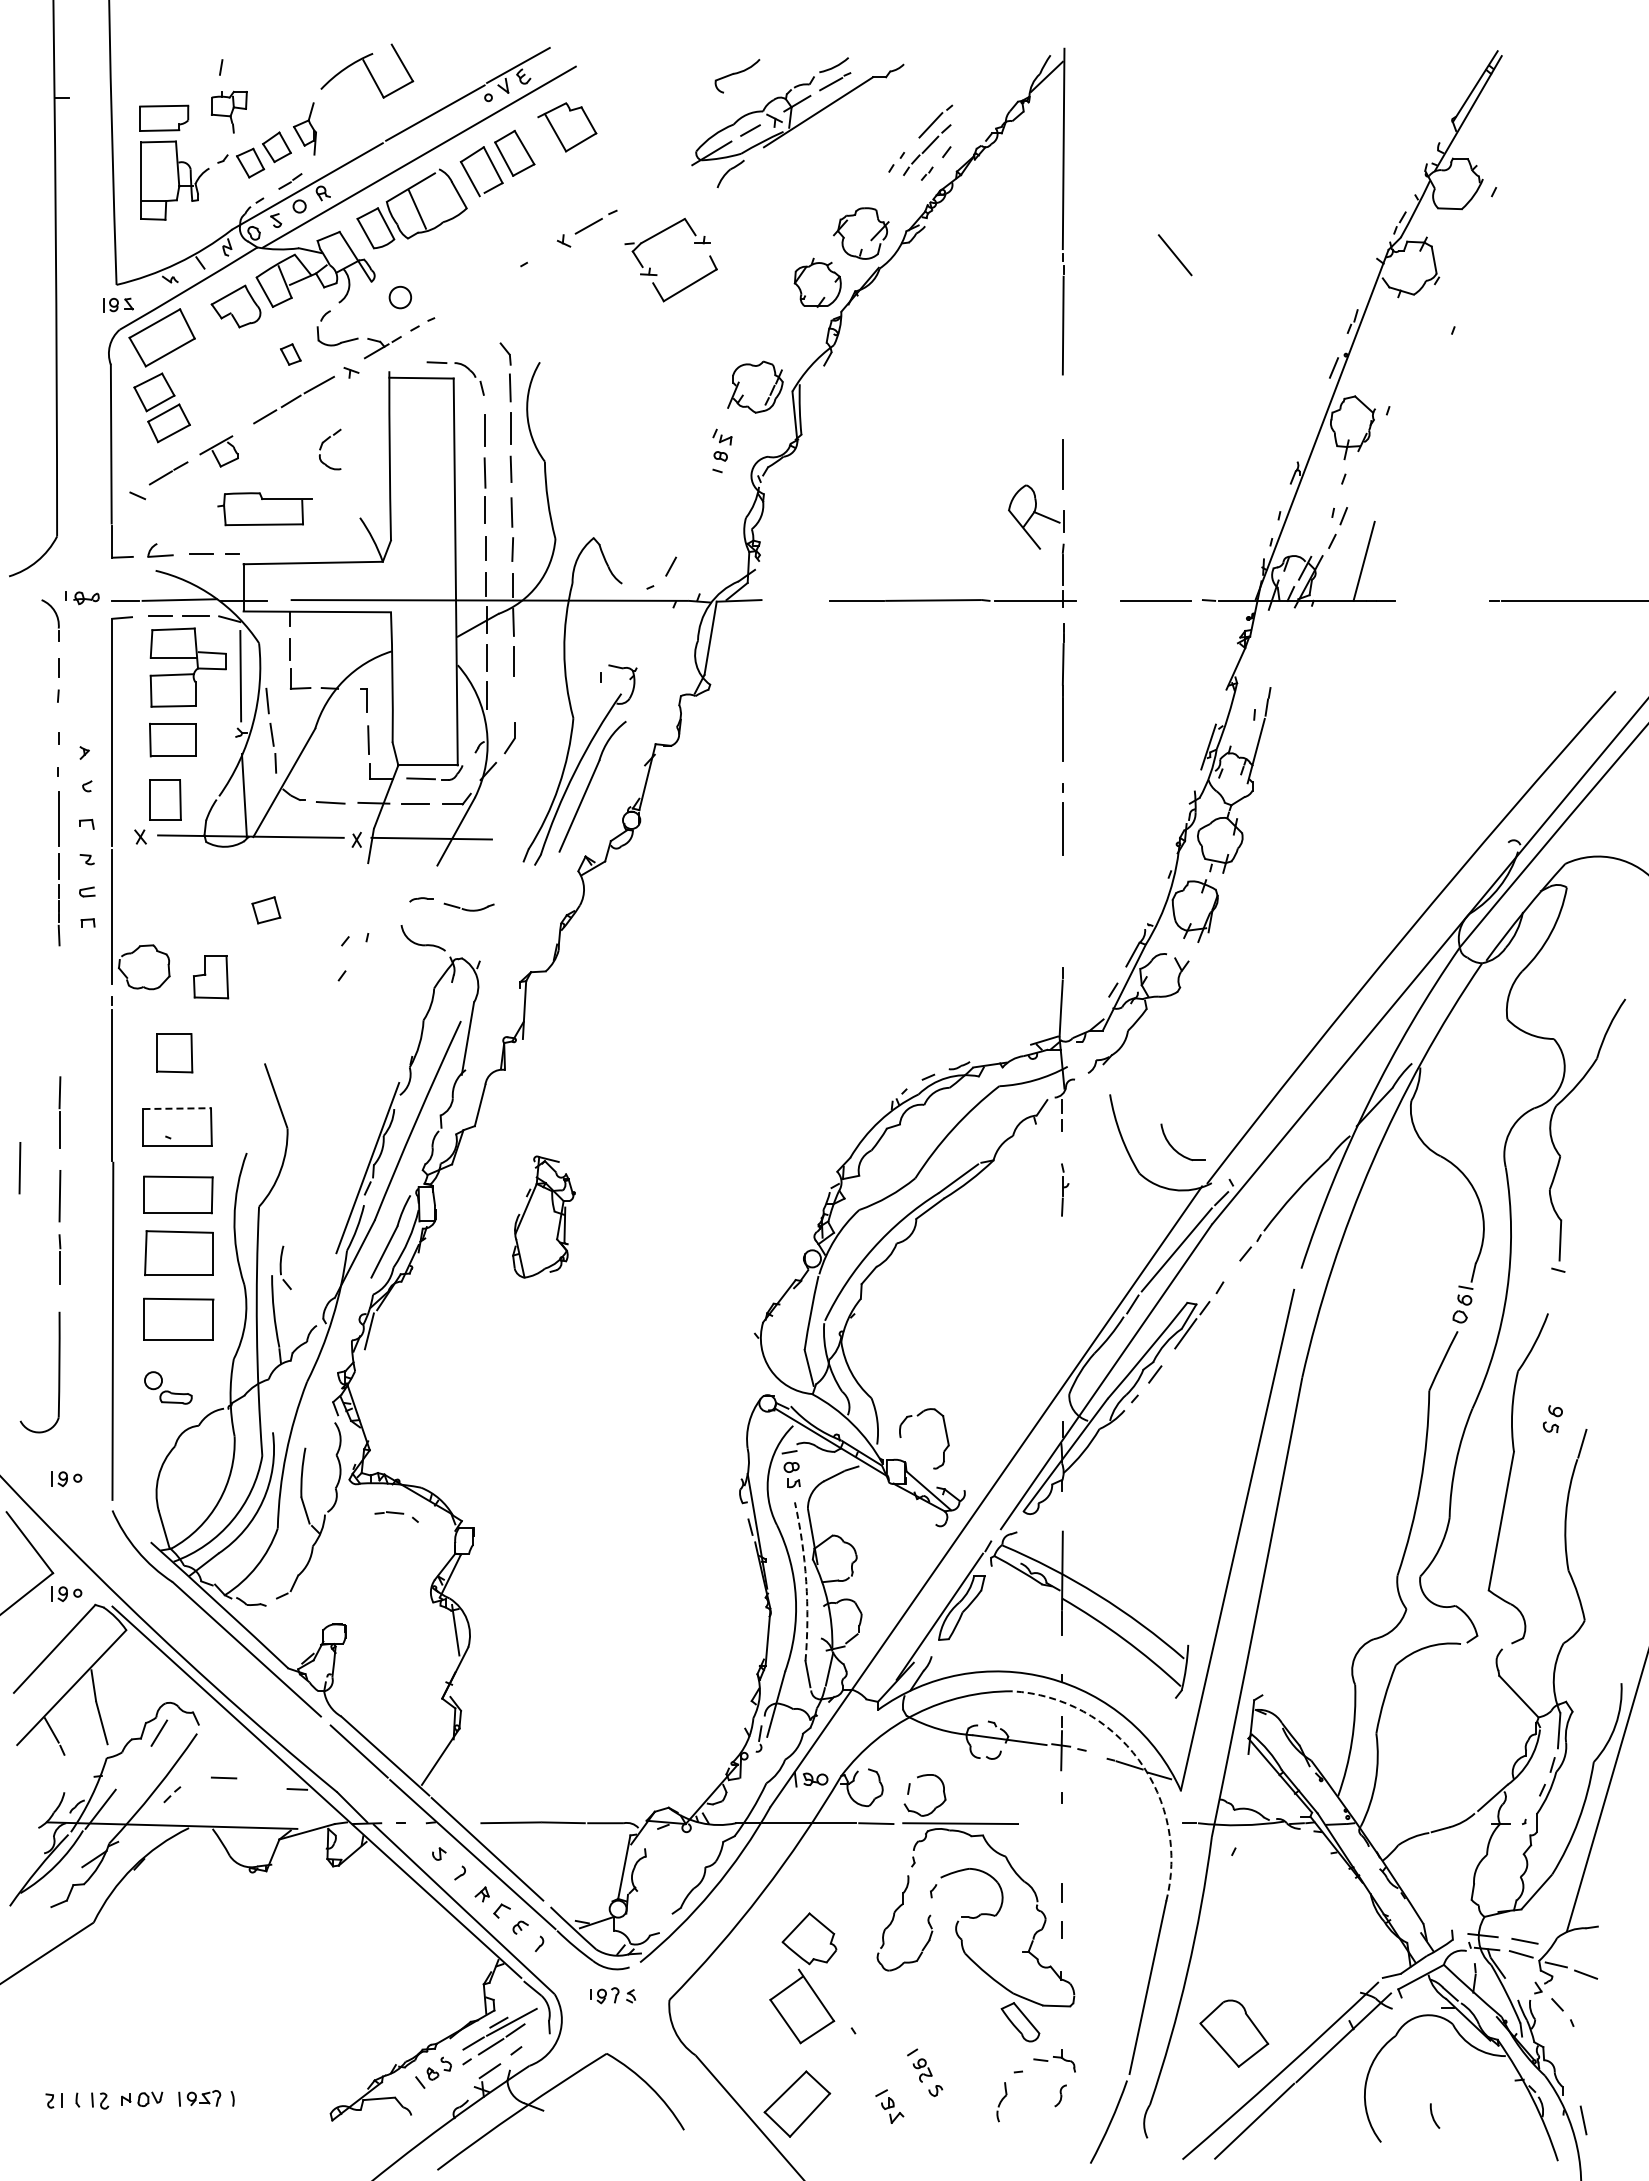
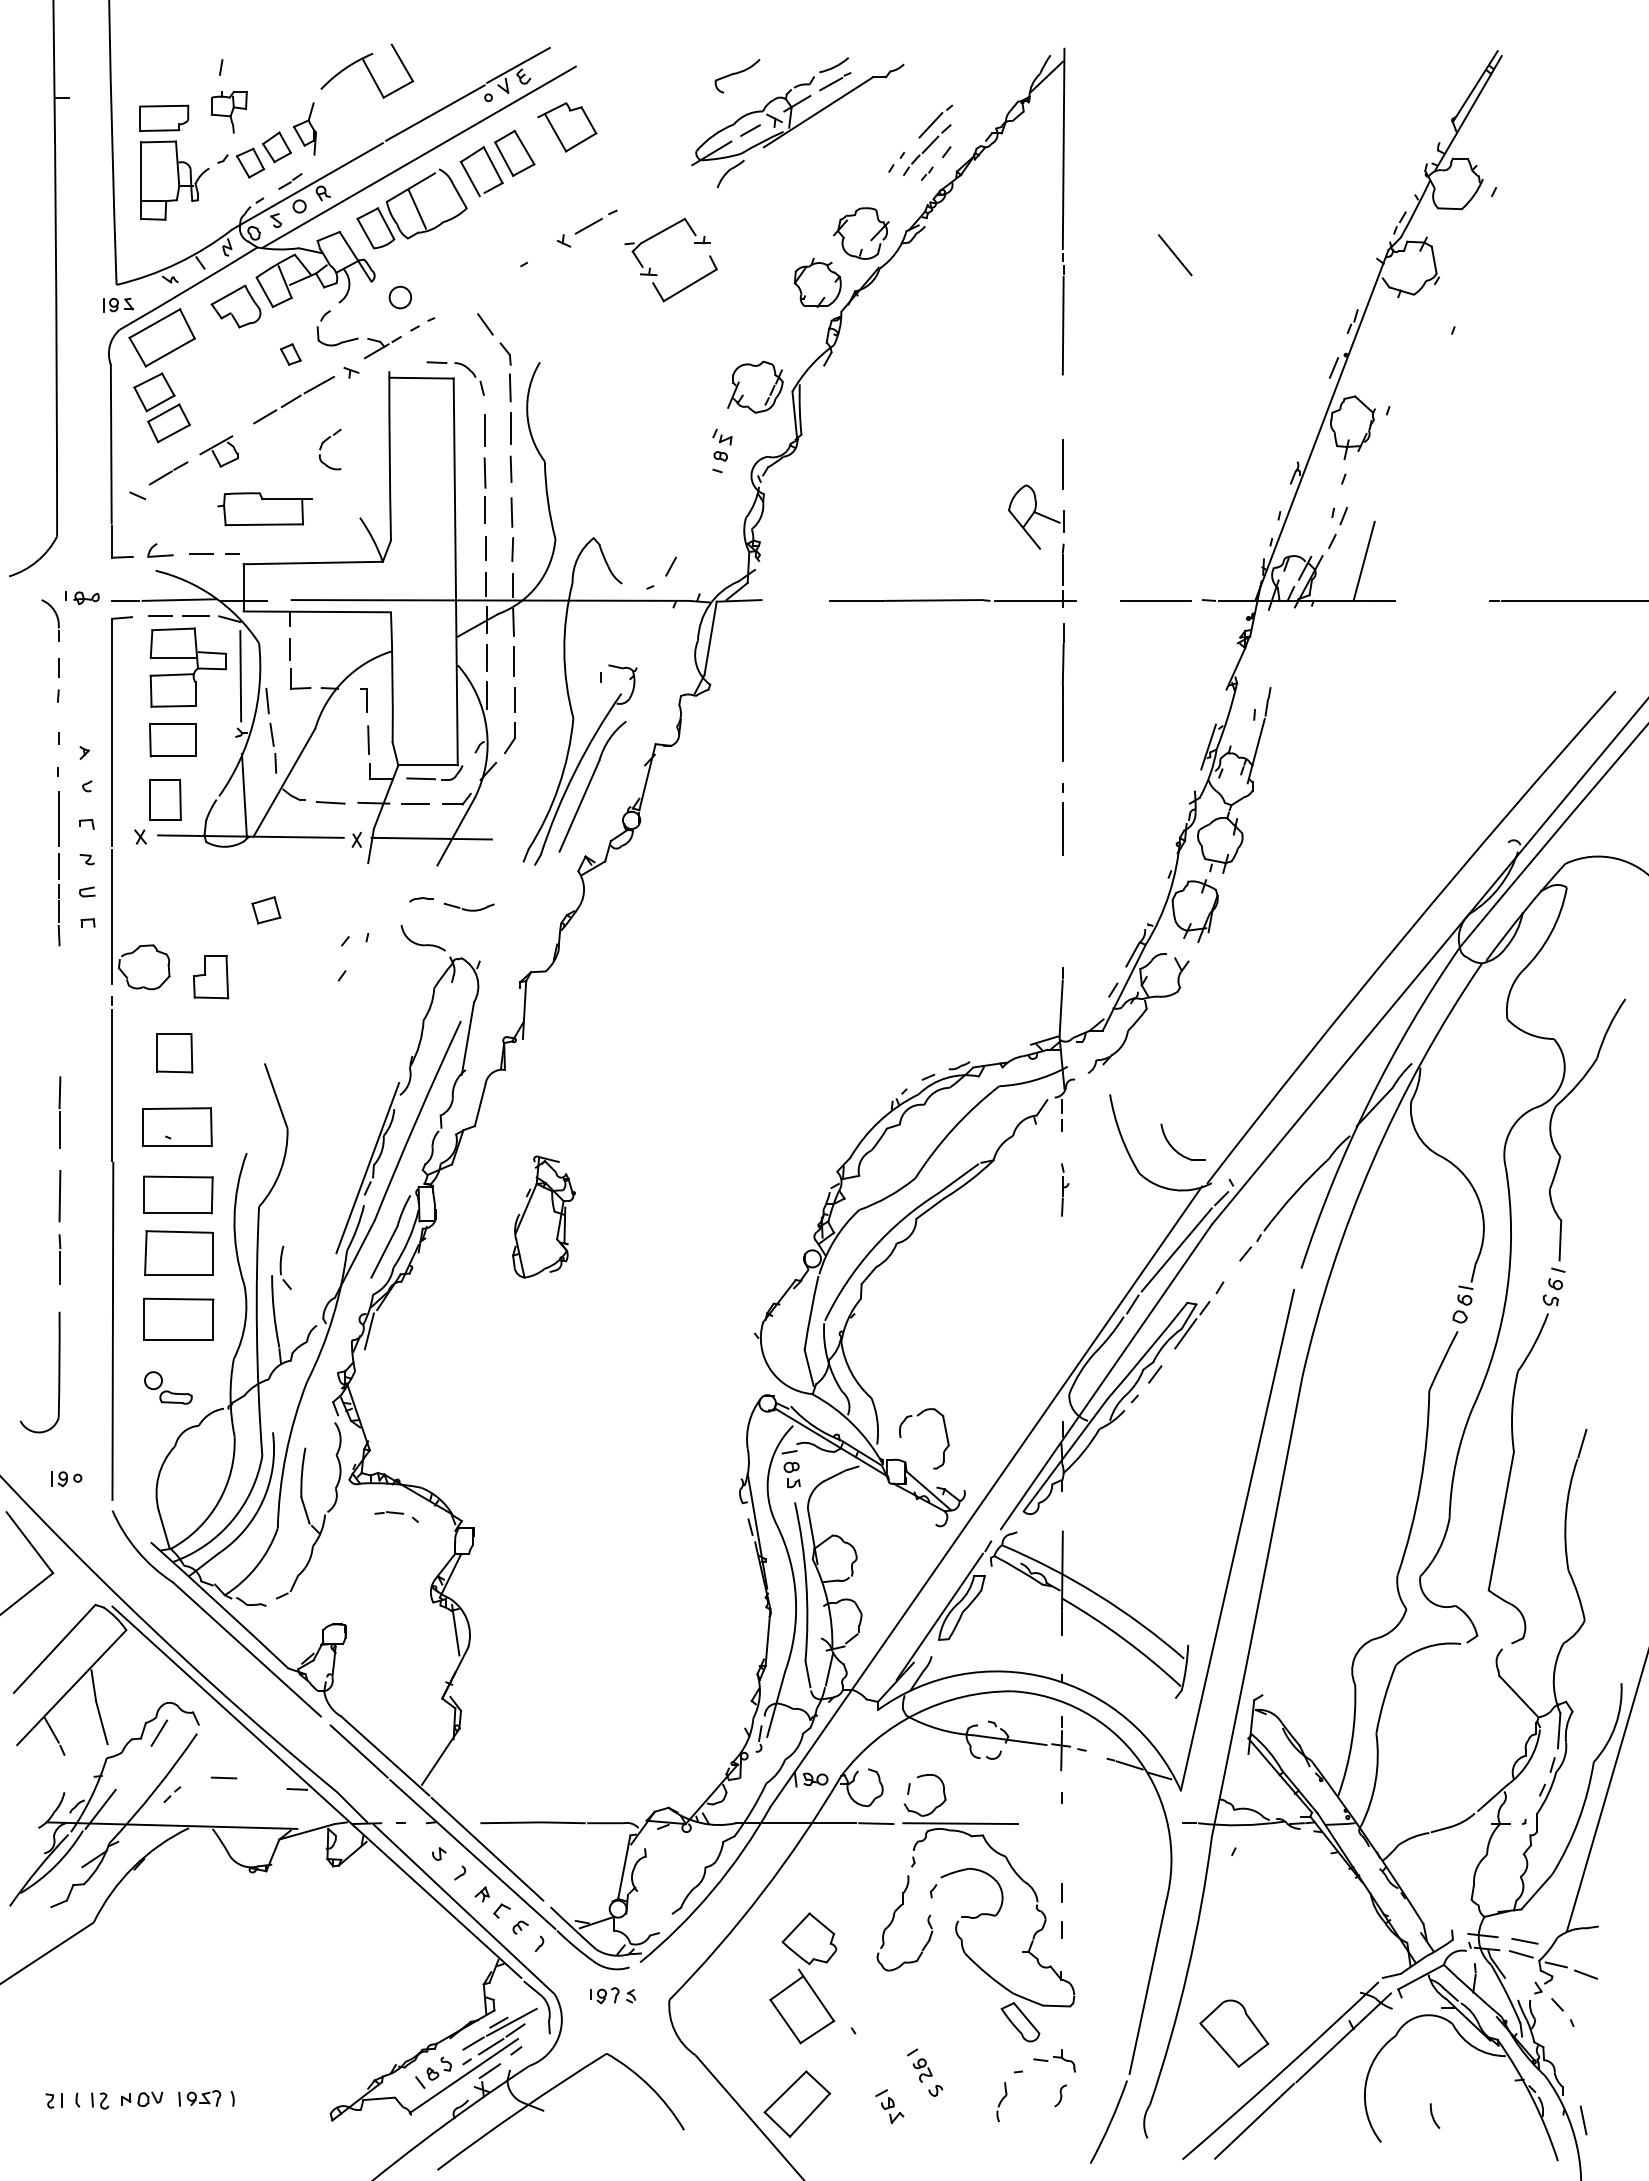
line at (485, 324): none -> present
line at (514, 700): none -> present
line at (177, 1108): dashed -> solid
line at (19, 1168): present -> none
part at (1552, 1419) position: (1552, 1419) -> (1552, 1292)
arc at (806, 1581): dashed -> solid
part at (66, 1593): present -> none
arc at (1138, 1760): dashed -> solid
line at (463, 2076): none -> present
